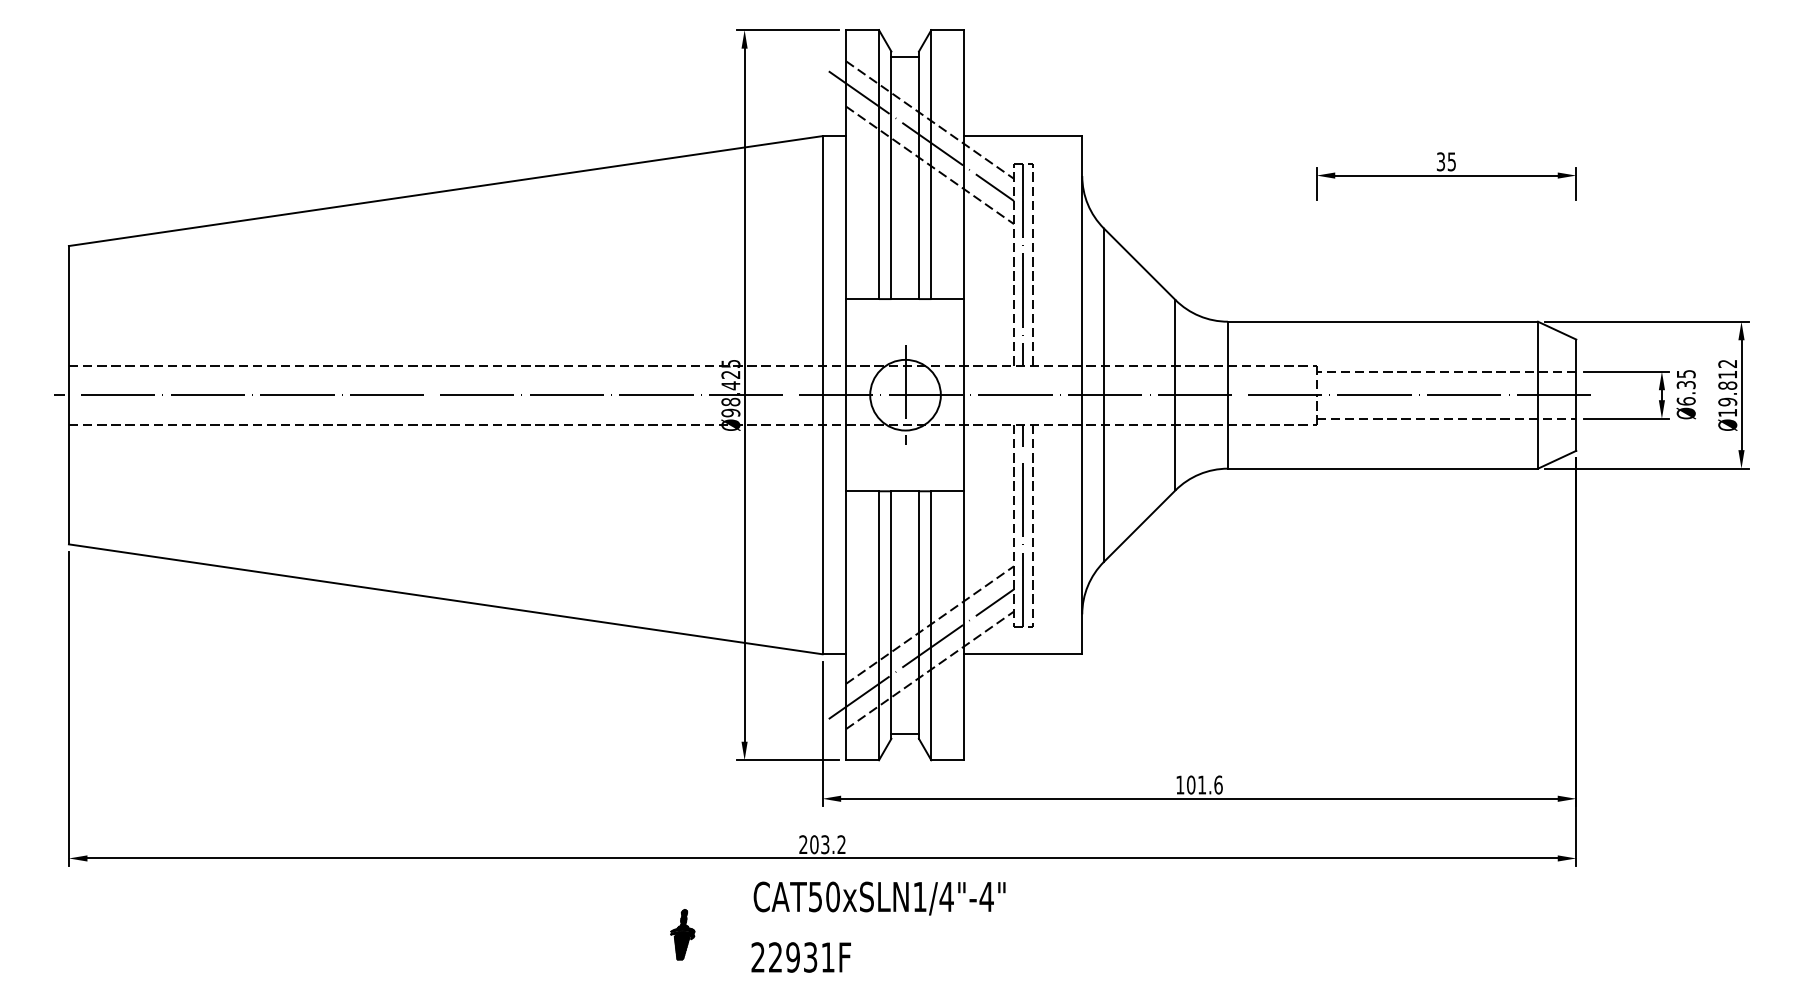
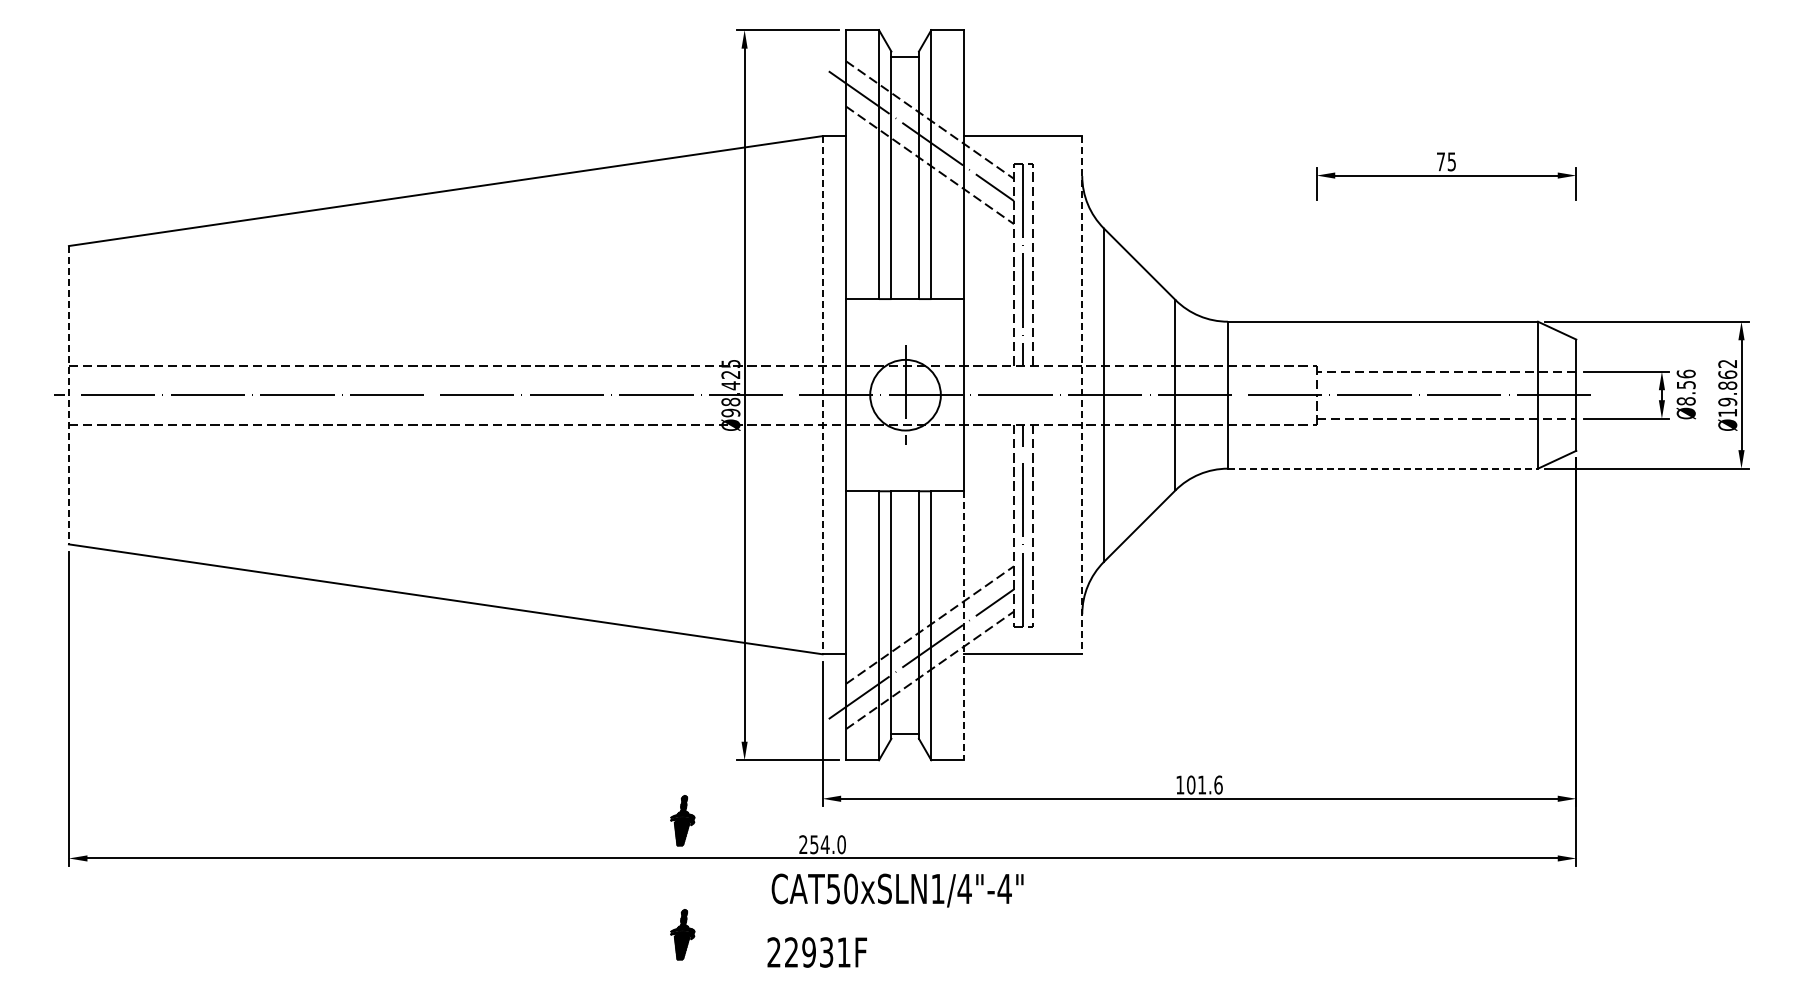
text at (1440, 161): 35 -> 75
text at (1727, 374): Ø19.812 -> Ø19.862
text at (1685, 387): Ø6.35 -> Ø8.56
line at (68, 395): solid -> dashed
line at (822, 395): solid -> dashed
line at (1082, 395): solid -> dashed
line at (1383, 468): solid -> dashed
line at (963, 626): solid -> dashed
part at (682, 820): none -> present
text at (827, 844): 203.2 -> 254.0
text at (879, 898) position: (879, 898) -> (897, 890)
text at (800, 957) position: (800, 957) -> (816, 952)
